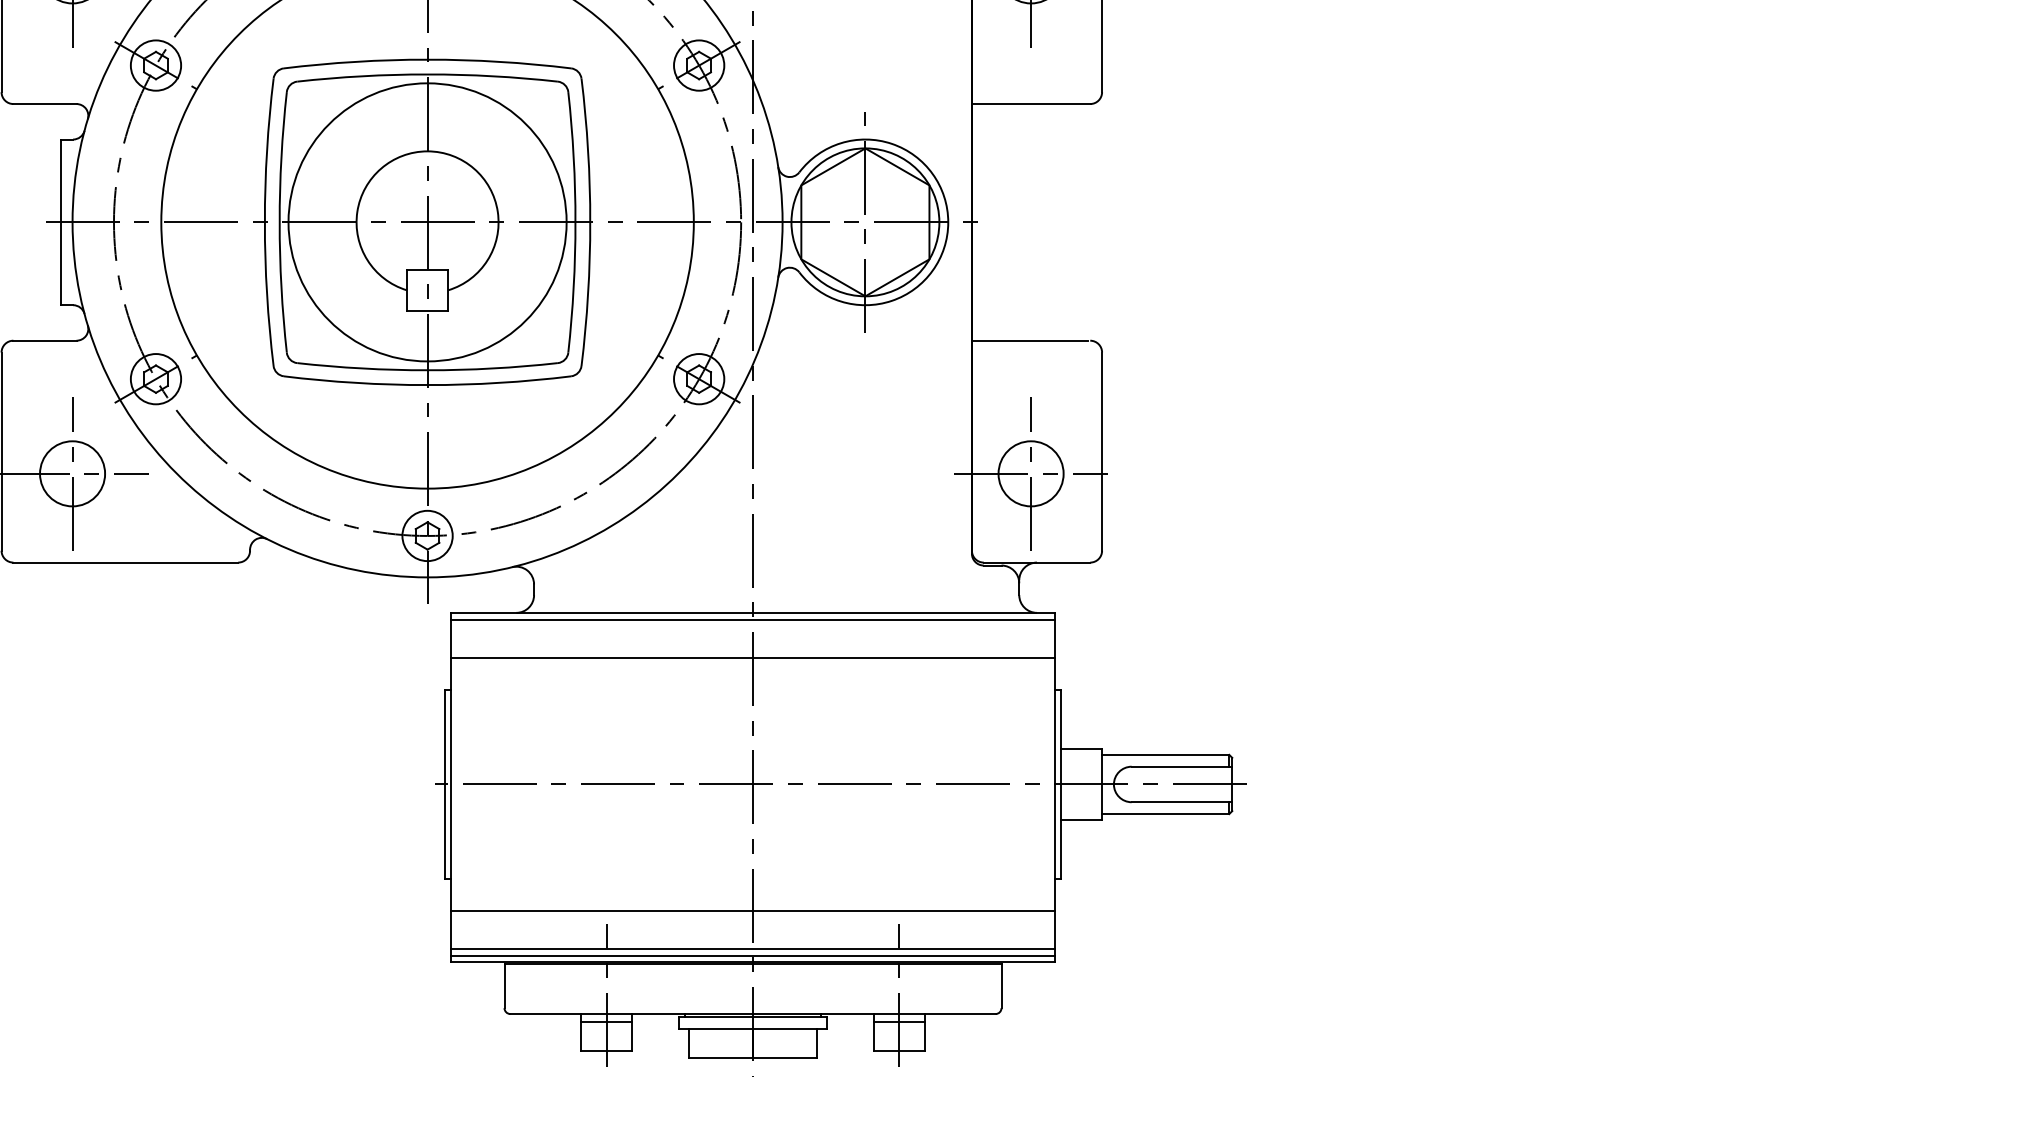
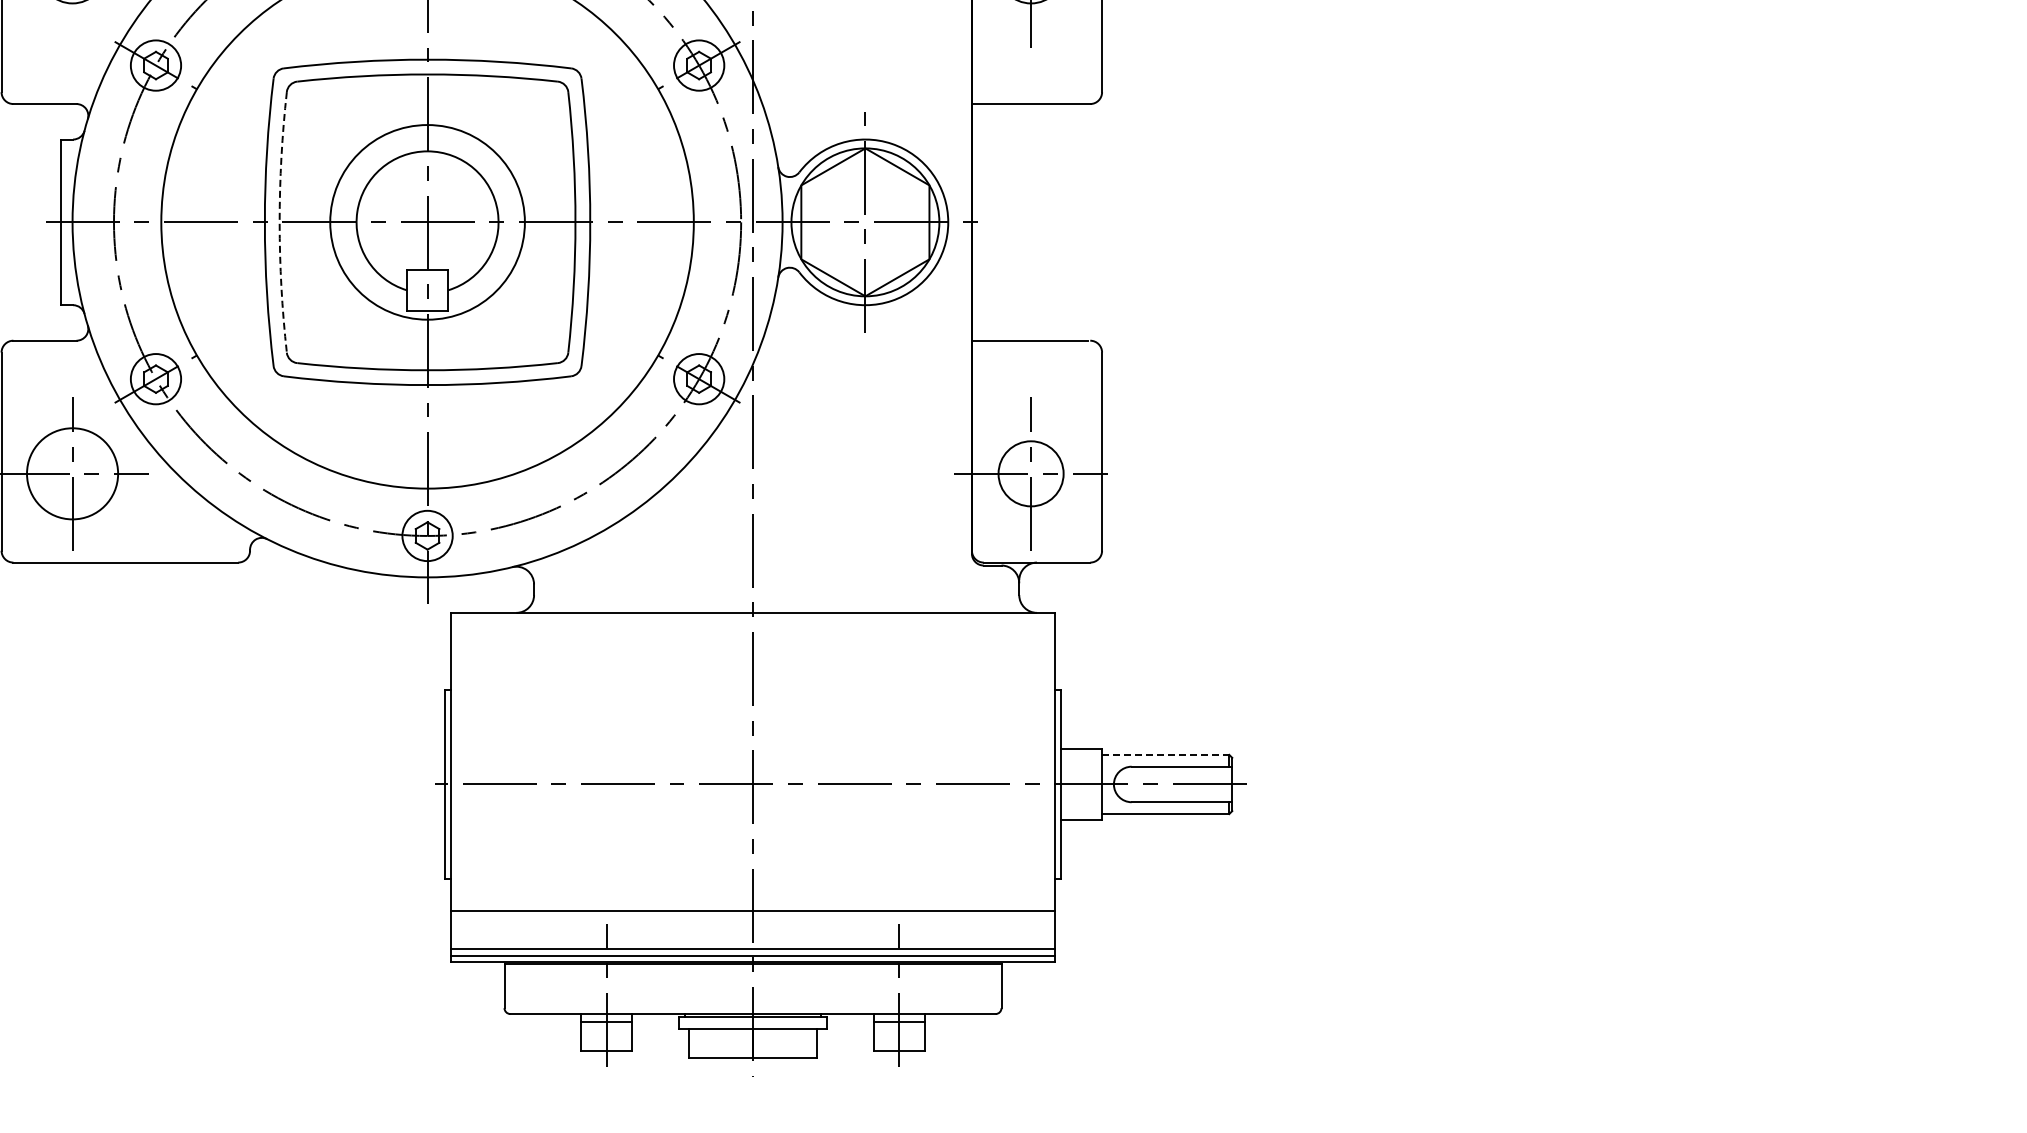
line at (72, 24): present -> none
arc at (279, 222): solid -> dashed
circle at (427, 222) diameter: 278 px -> 195 px
circle at (72, 473) diameter: 65 px -> 91 px
line at (752, 620): present -> none
line at (752, 658): present -> none
line at (1165, 754): solid -> dashed
